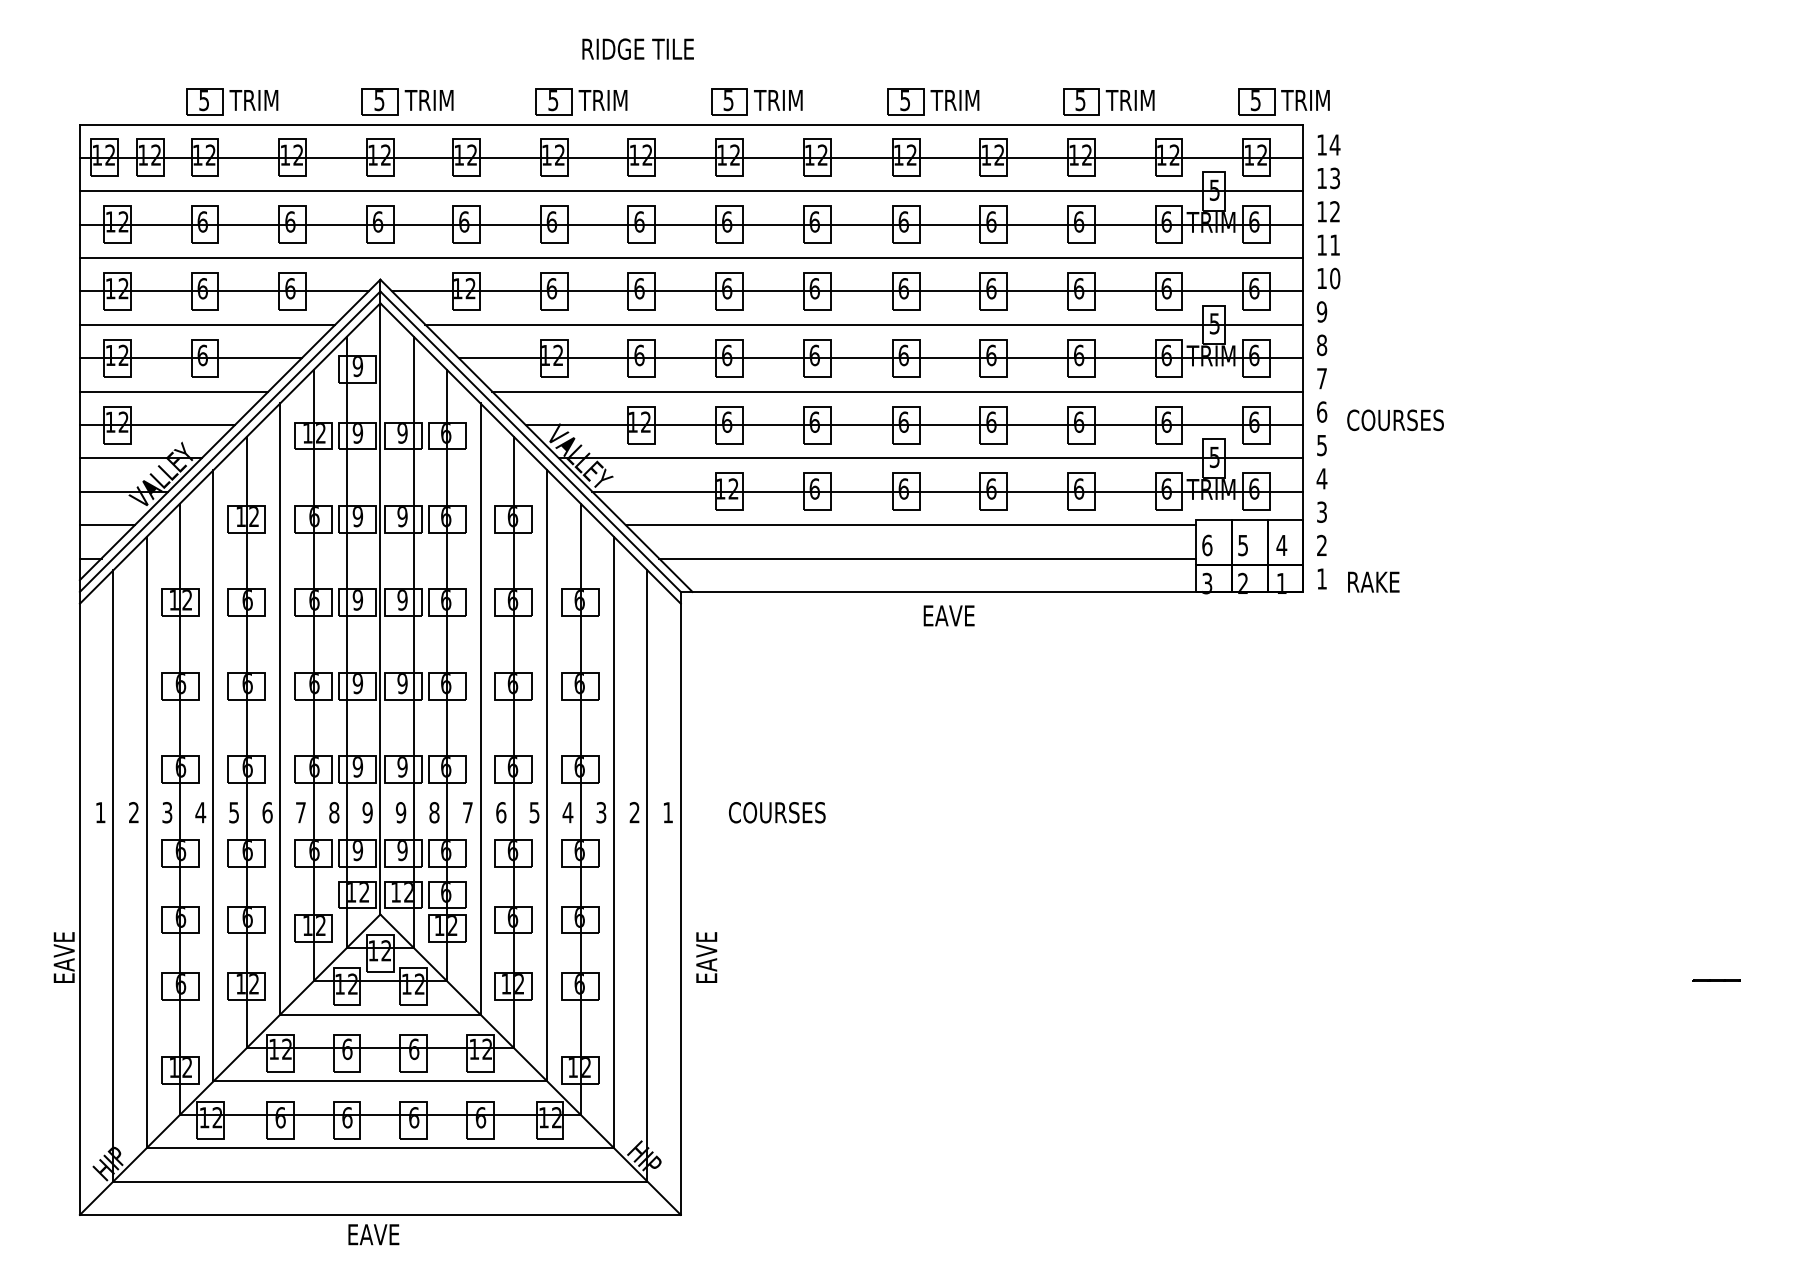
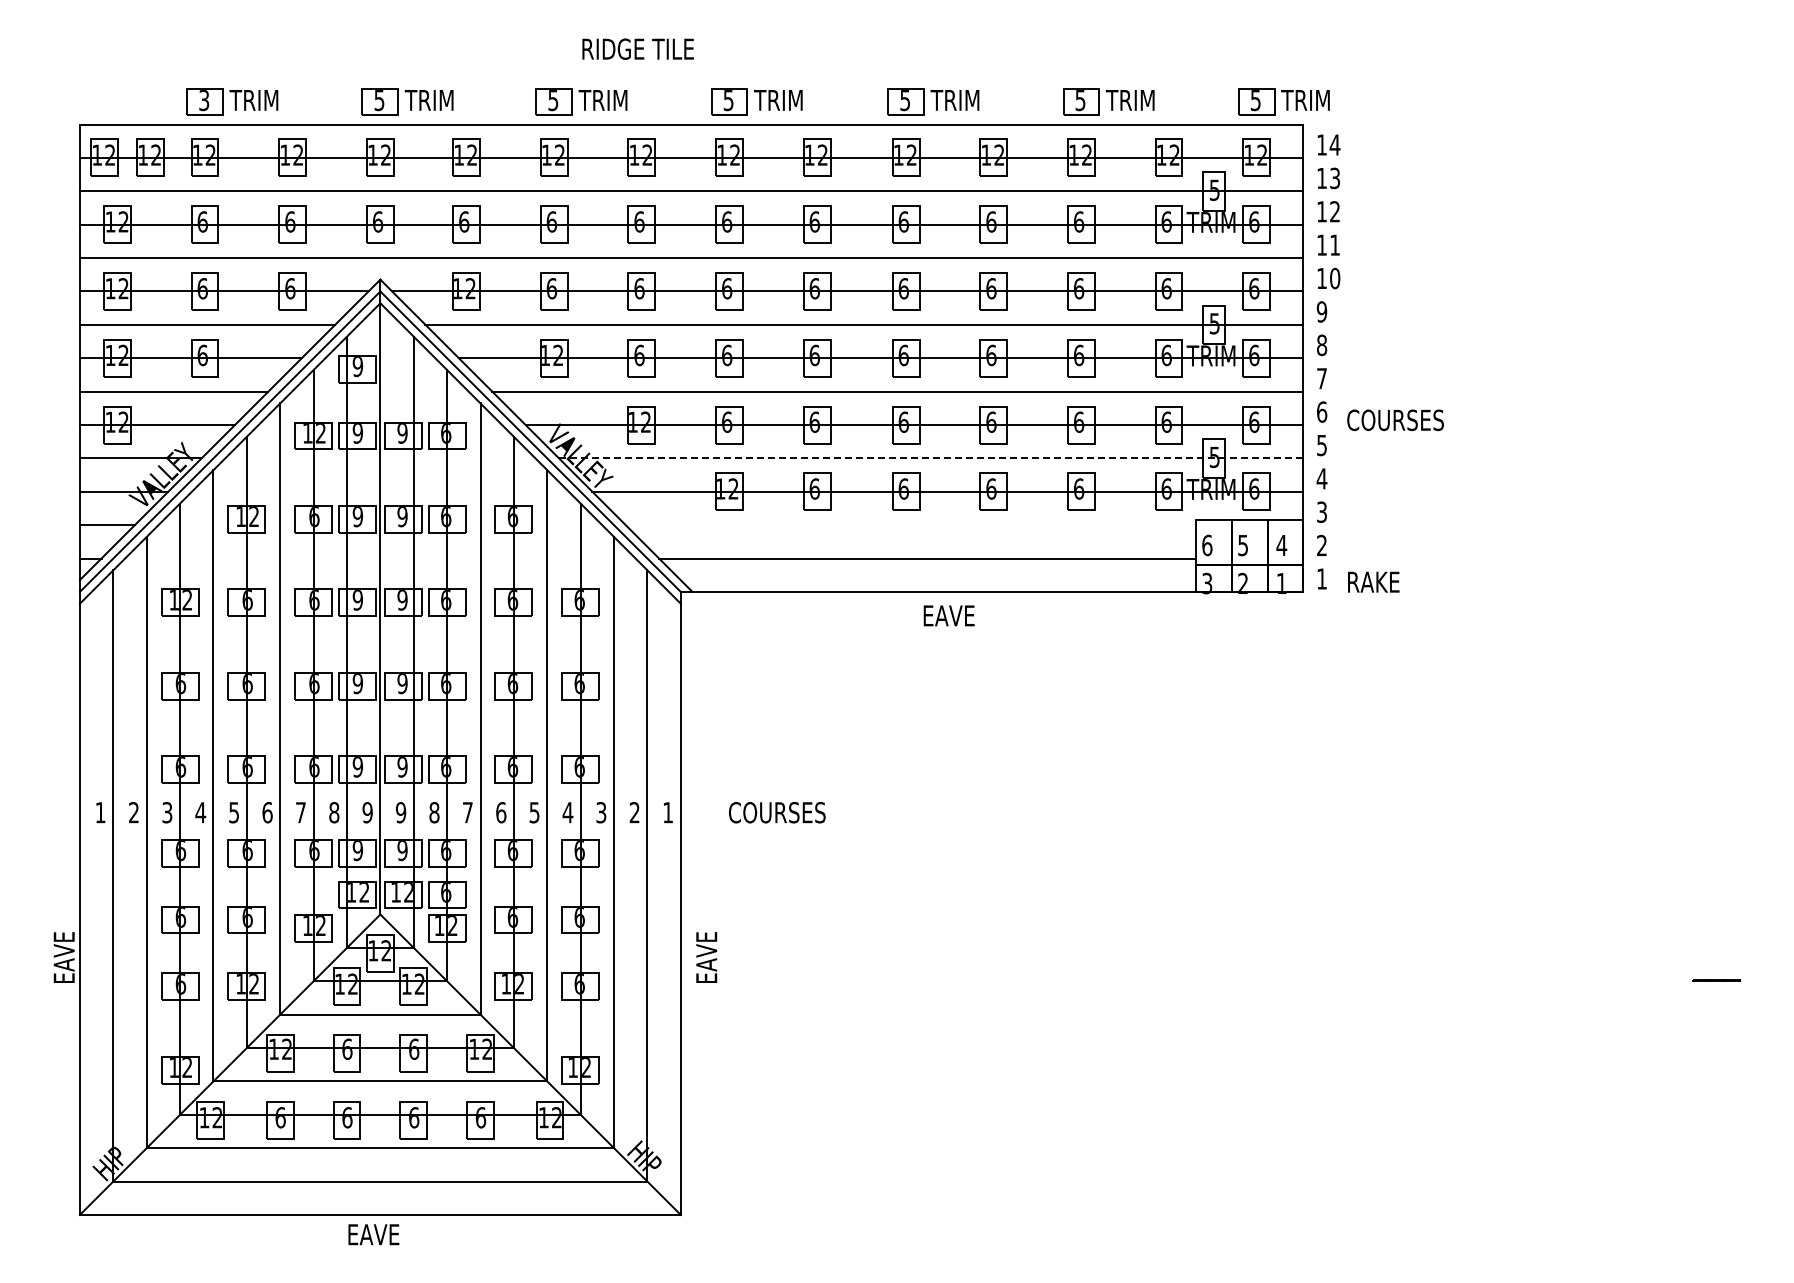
text at (204, 100): 5 -> 3
line at (930, 458): solid -> dashed
line at (910, 525): present -> none
